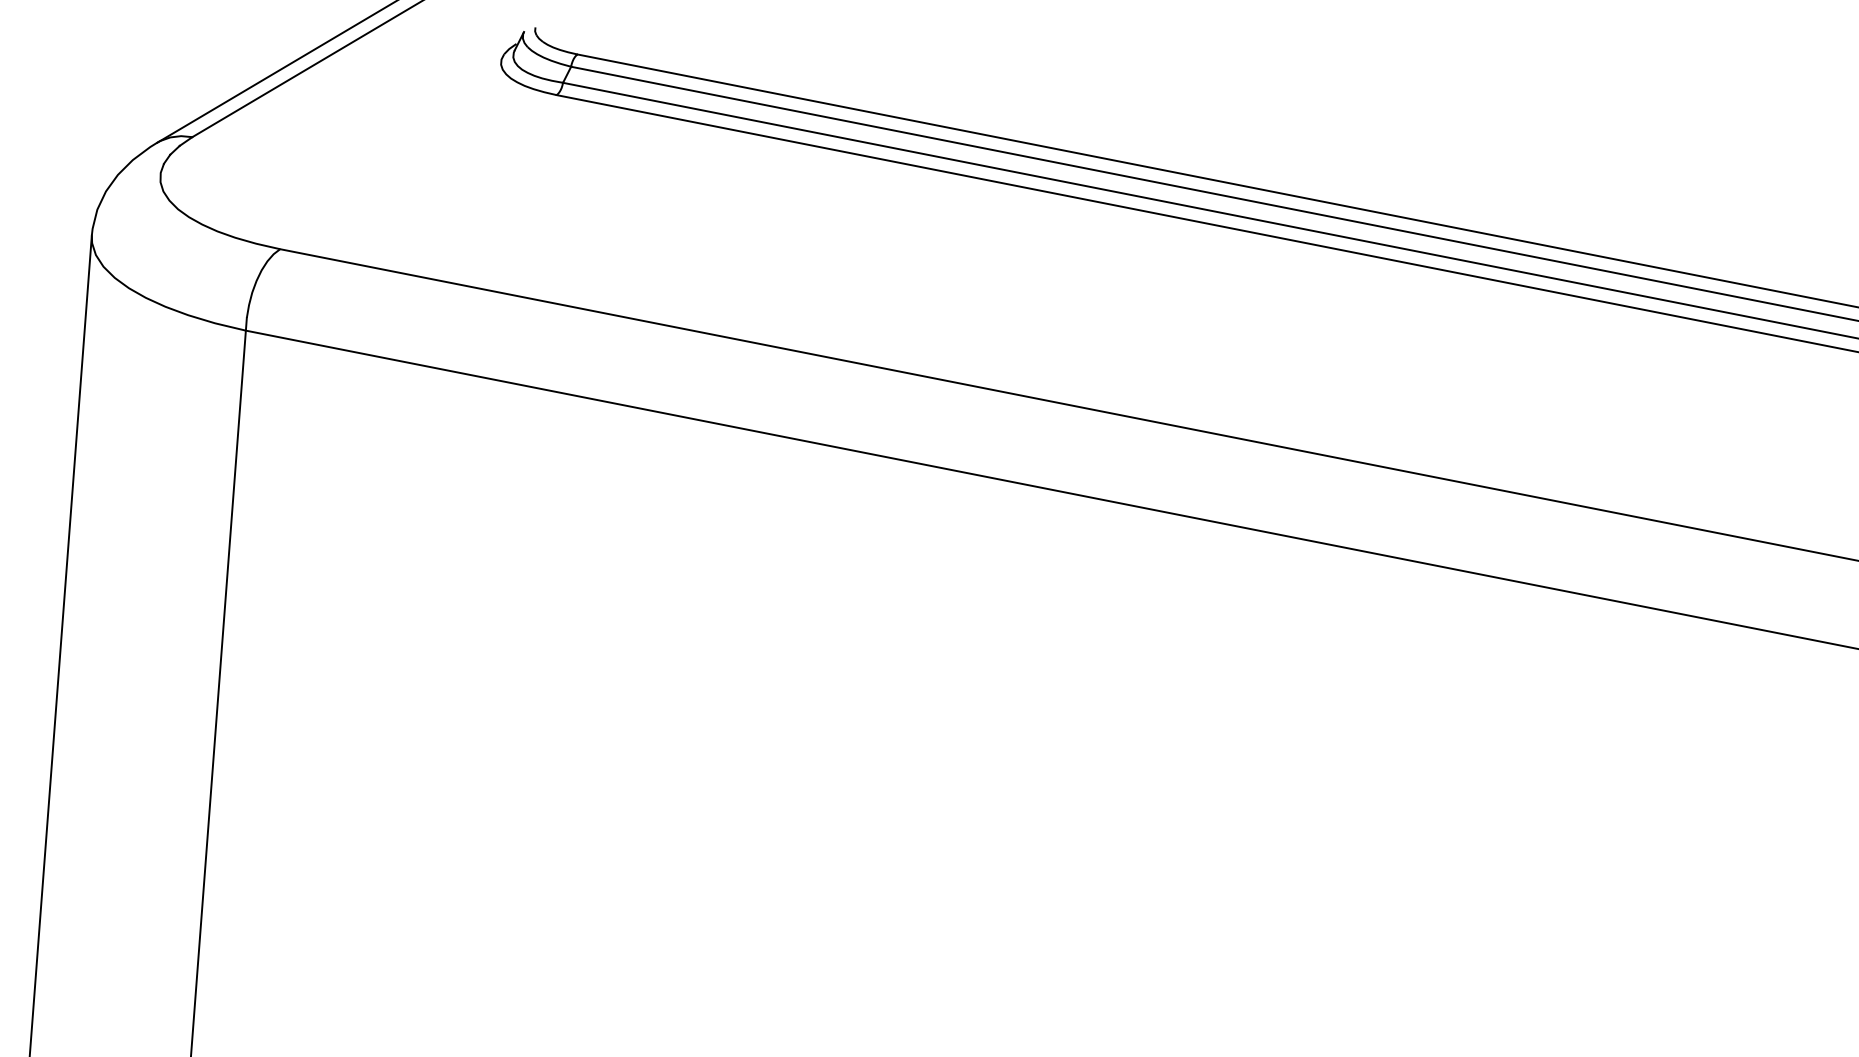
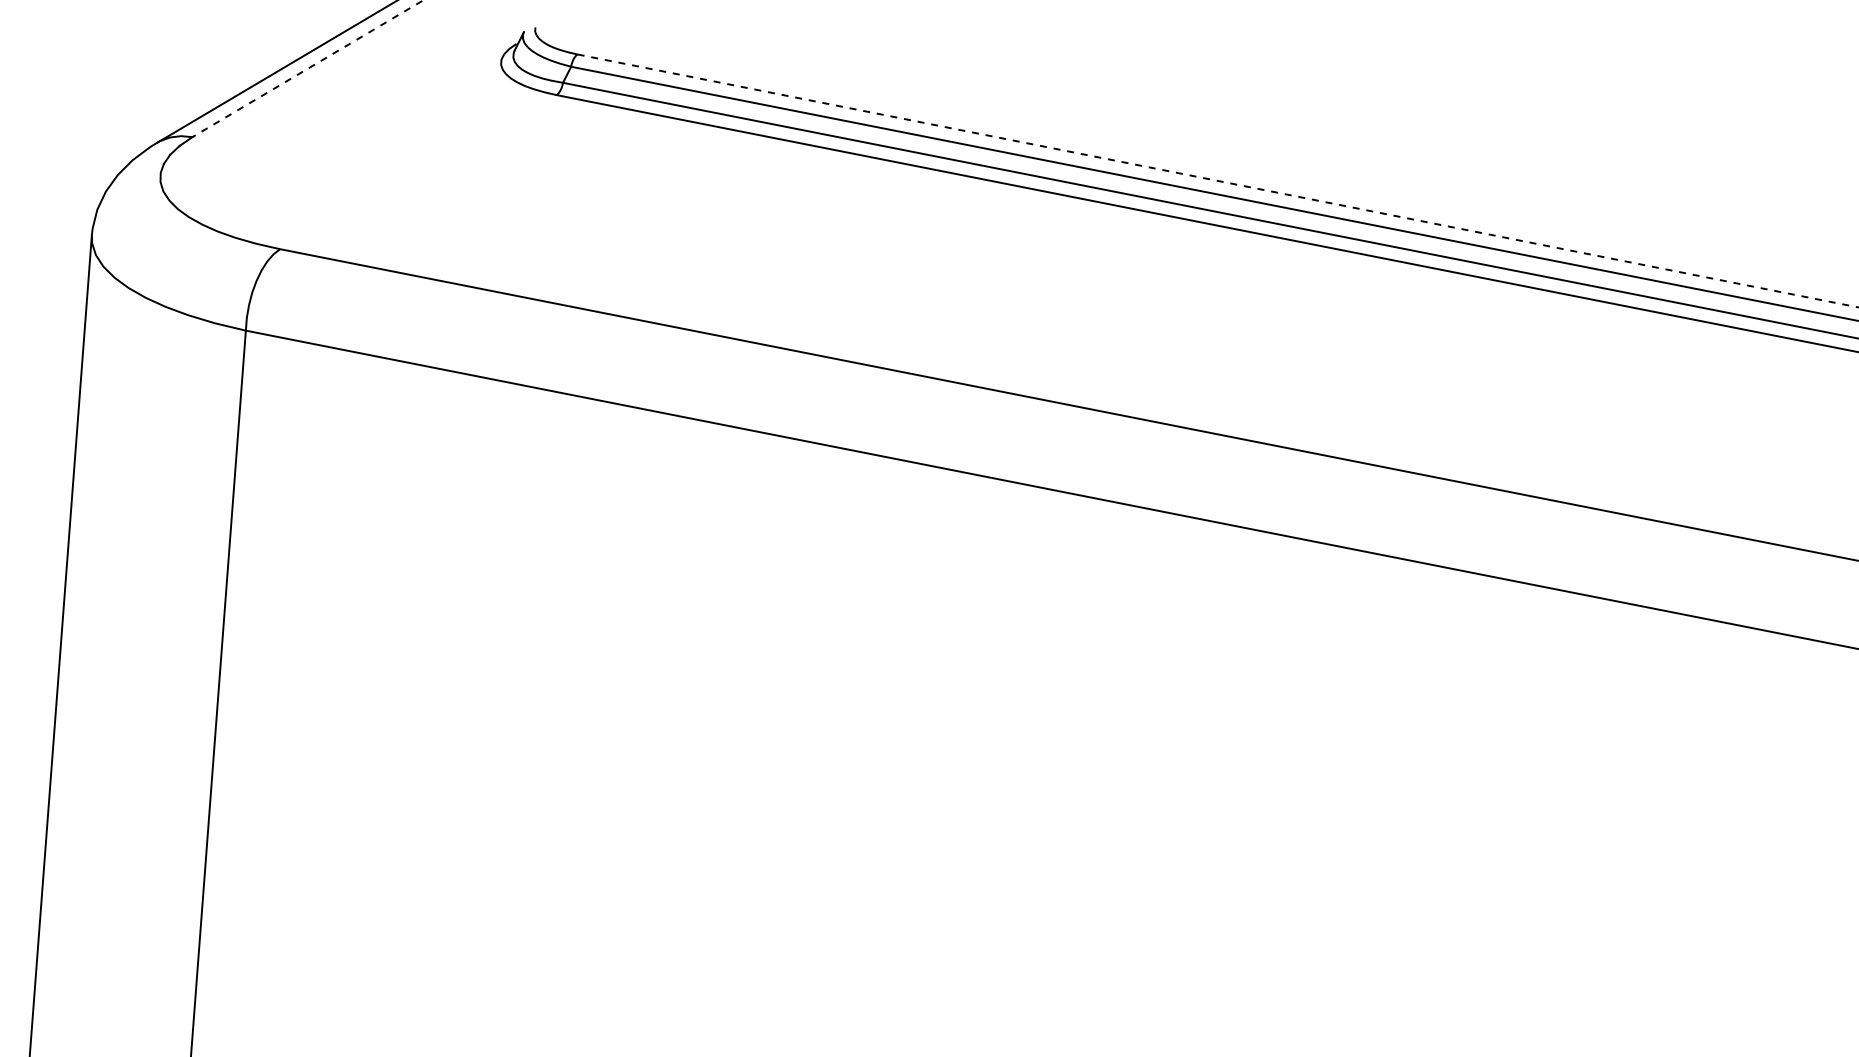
line at (307, 68): solid -> dashed
line at (1218, 180): solid -> dashed
